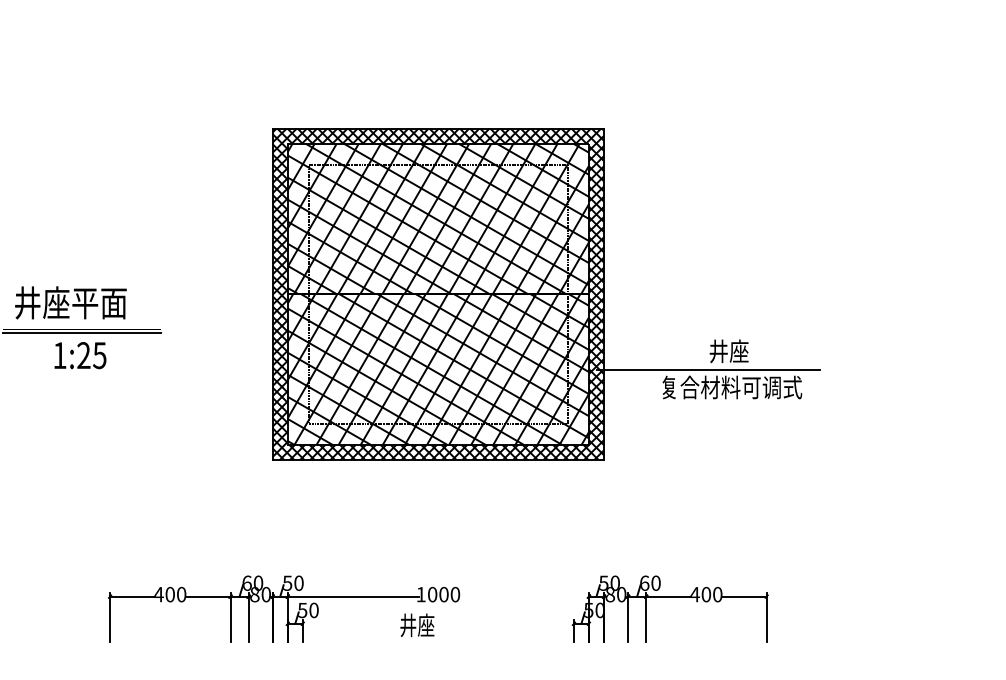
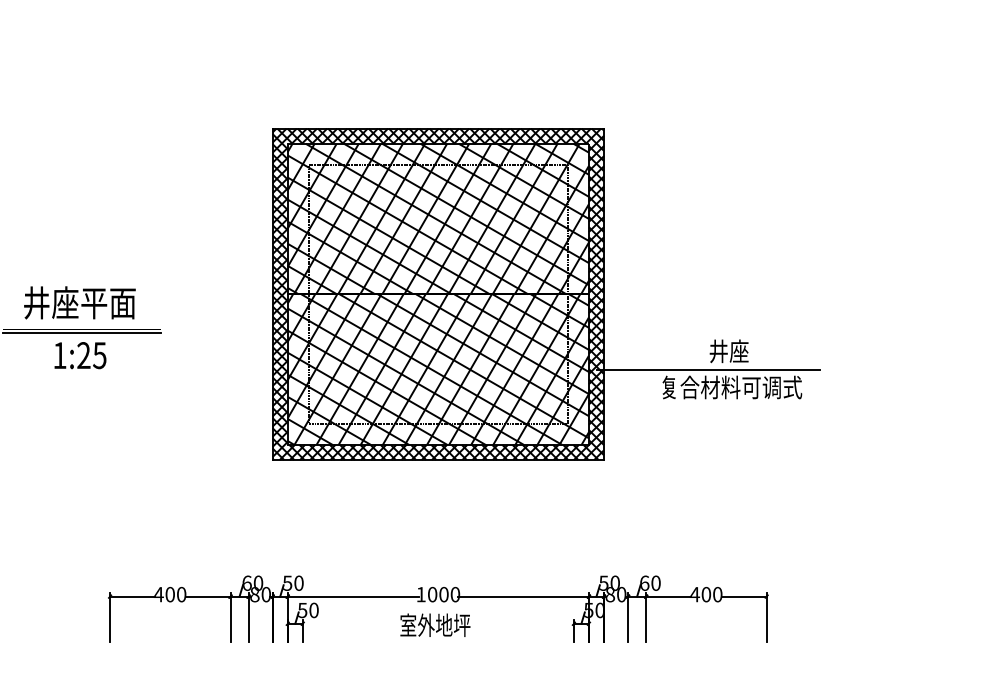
text at (70, 302) position: (70, 302) -> (79, 302)
line at (523, 596): none -> present
text at (435, 625): 井座 -> 室外地坪
